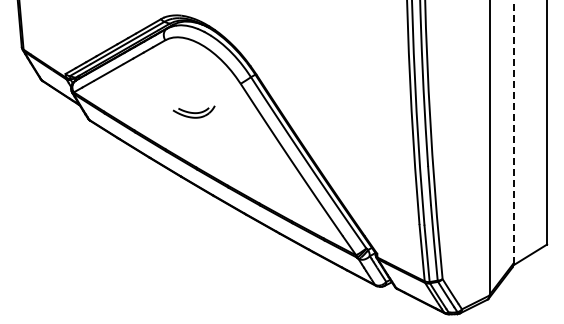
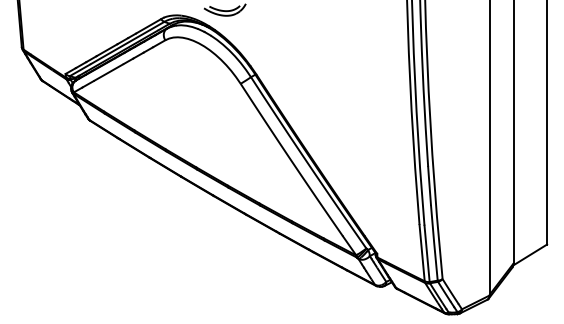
part at (193, 111) position: (193, 111) -> (224, 9)
line at (513, 131): dashed -> solid
